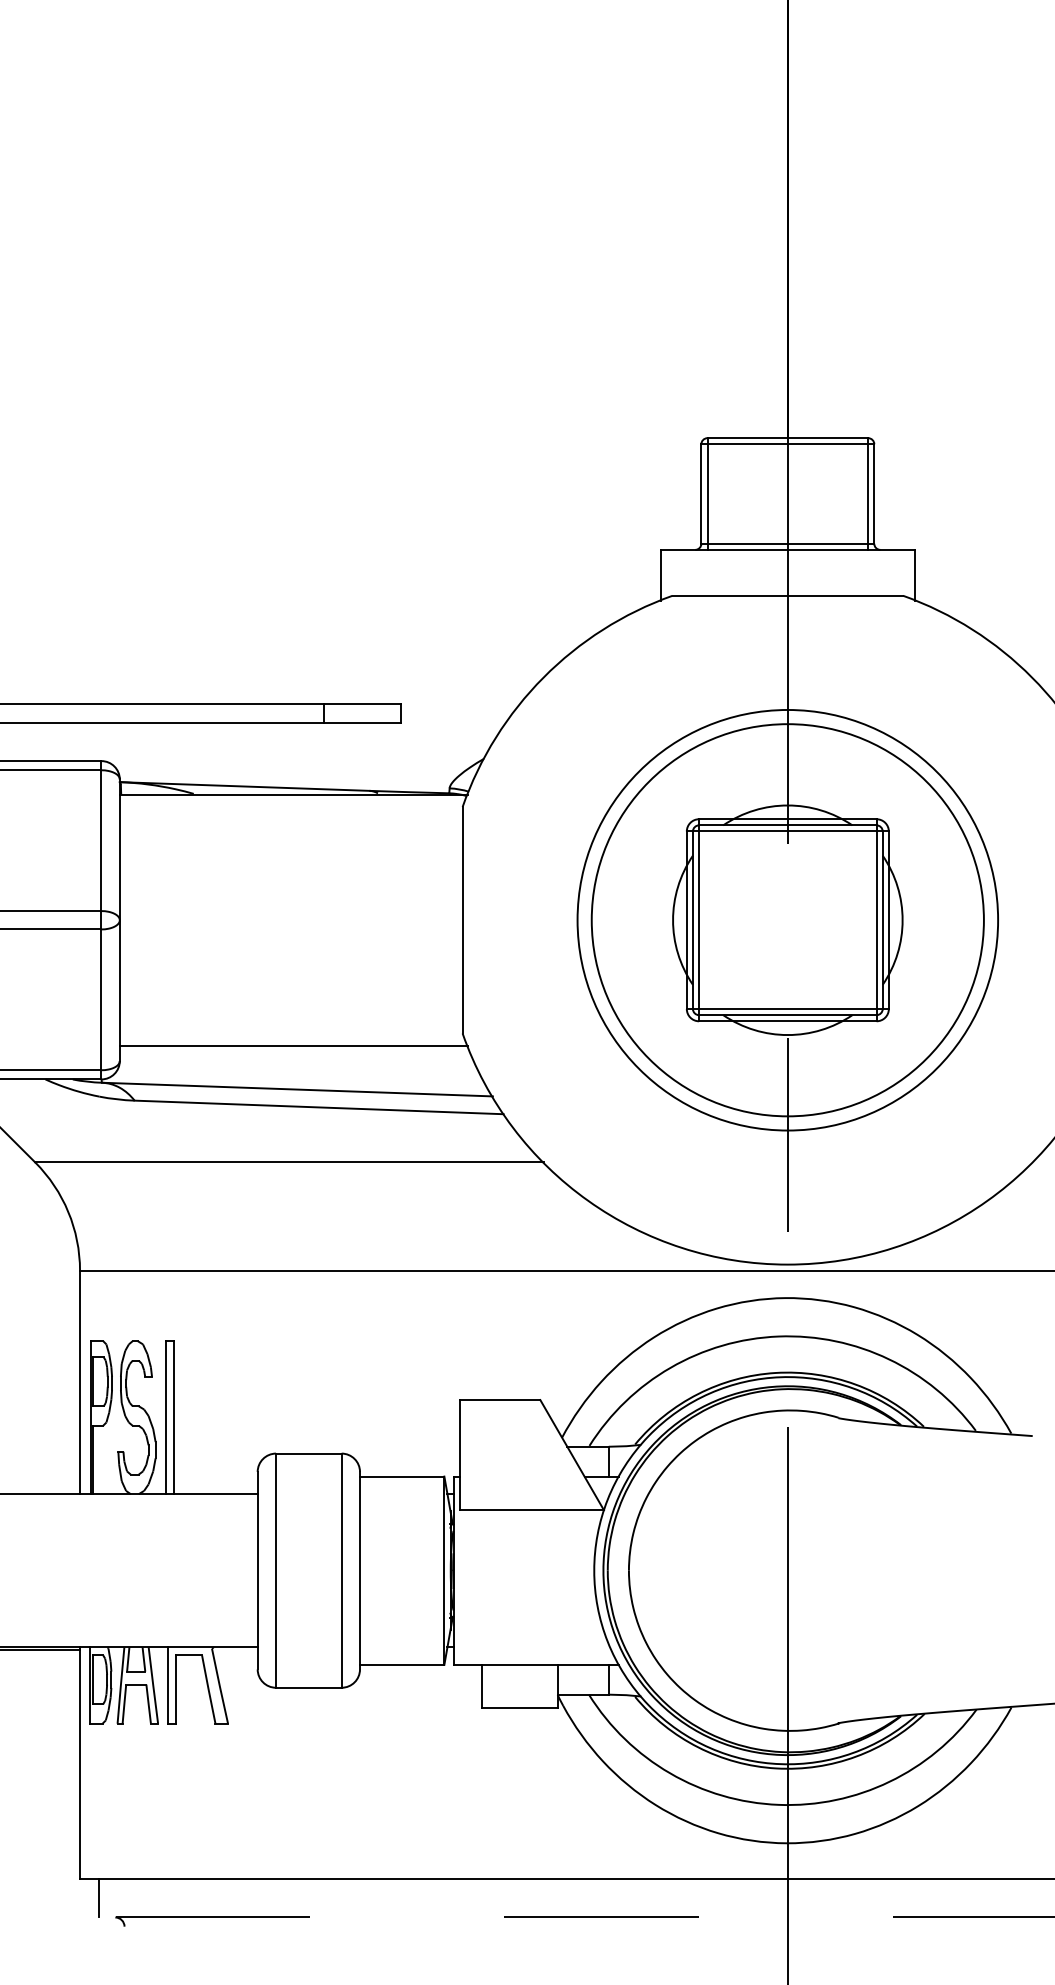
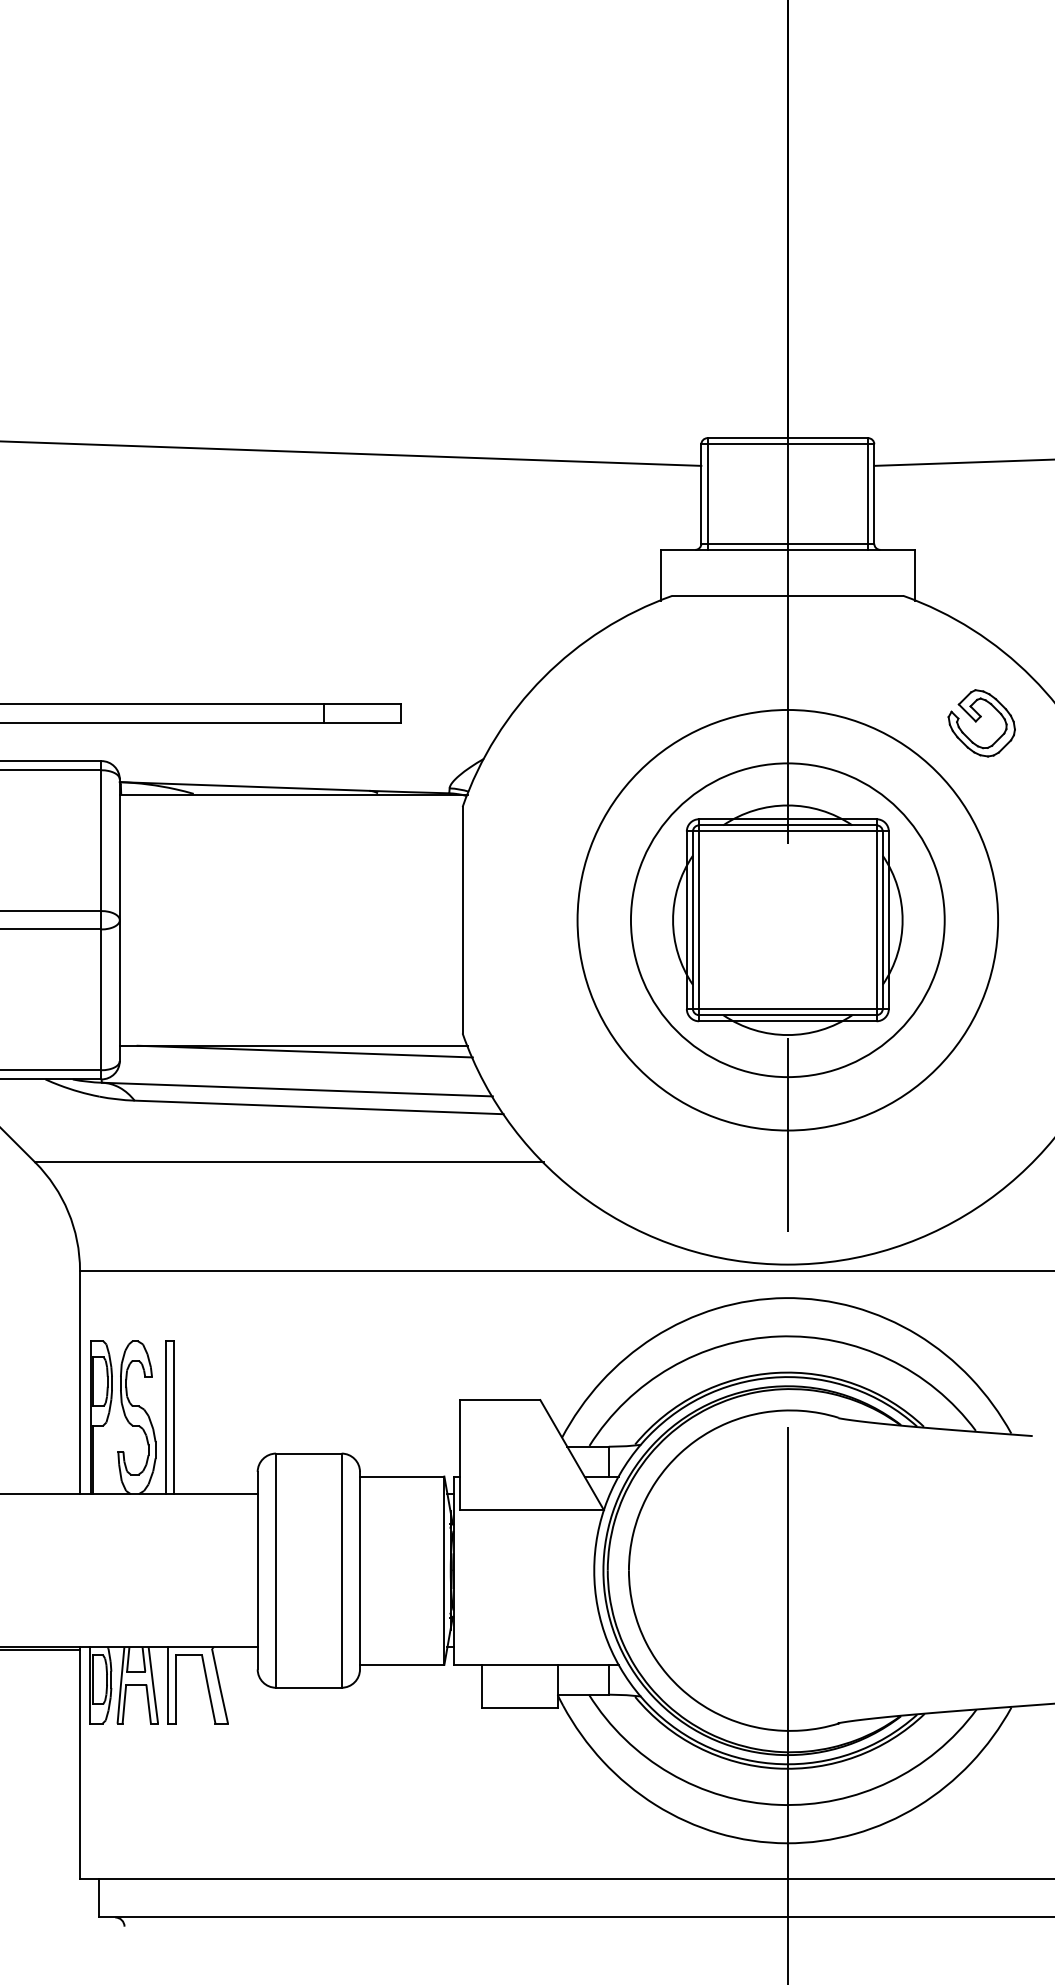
line at (351, 453): none -> present
line at (962, 462): none -> present
part at (981, 723): none -> present
circle at (787, 920) diameter: 392 px -> 314 px
line at (304, 1051): none -> present
line at (576, 1917): dashed -> solid
